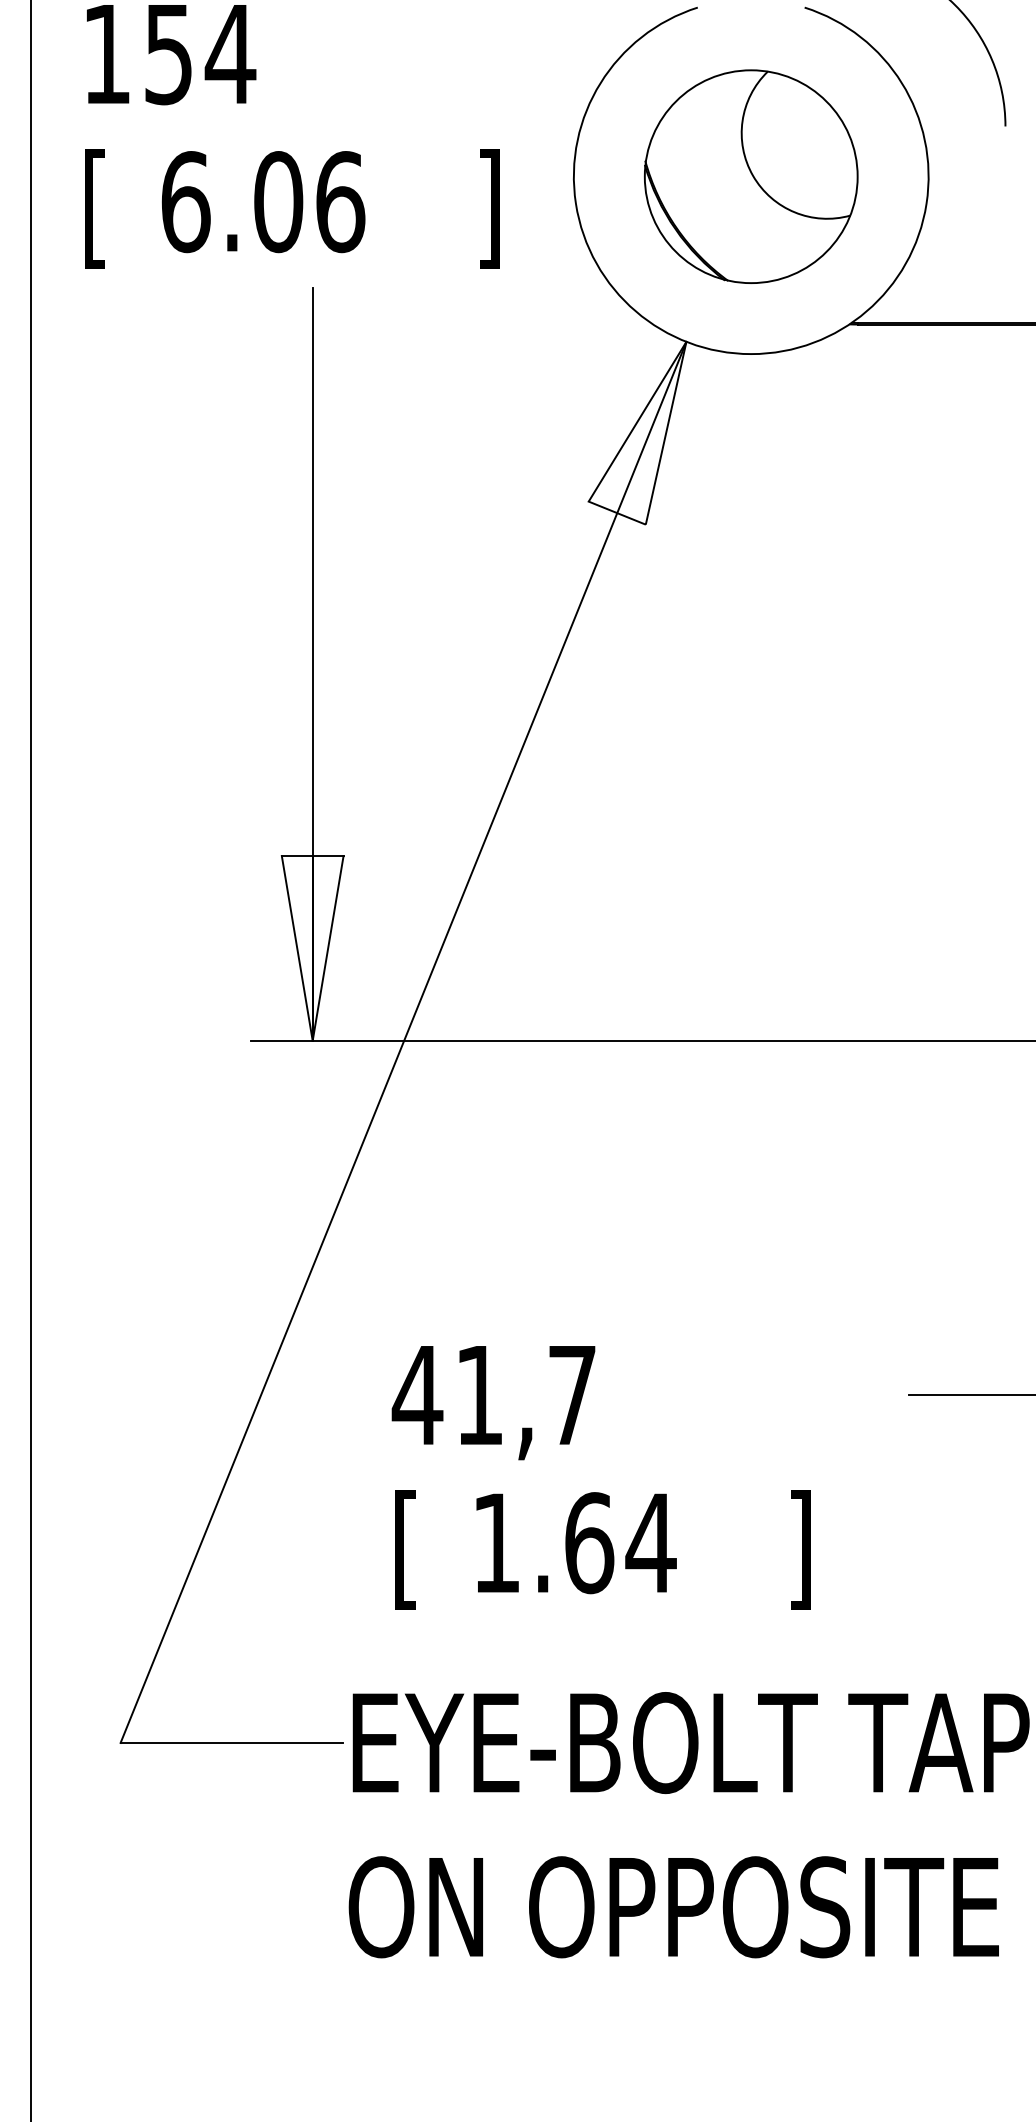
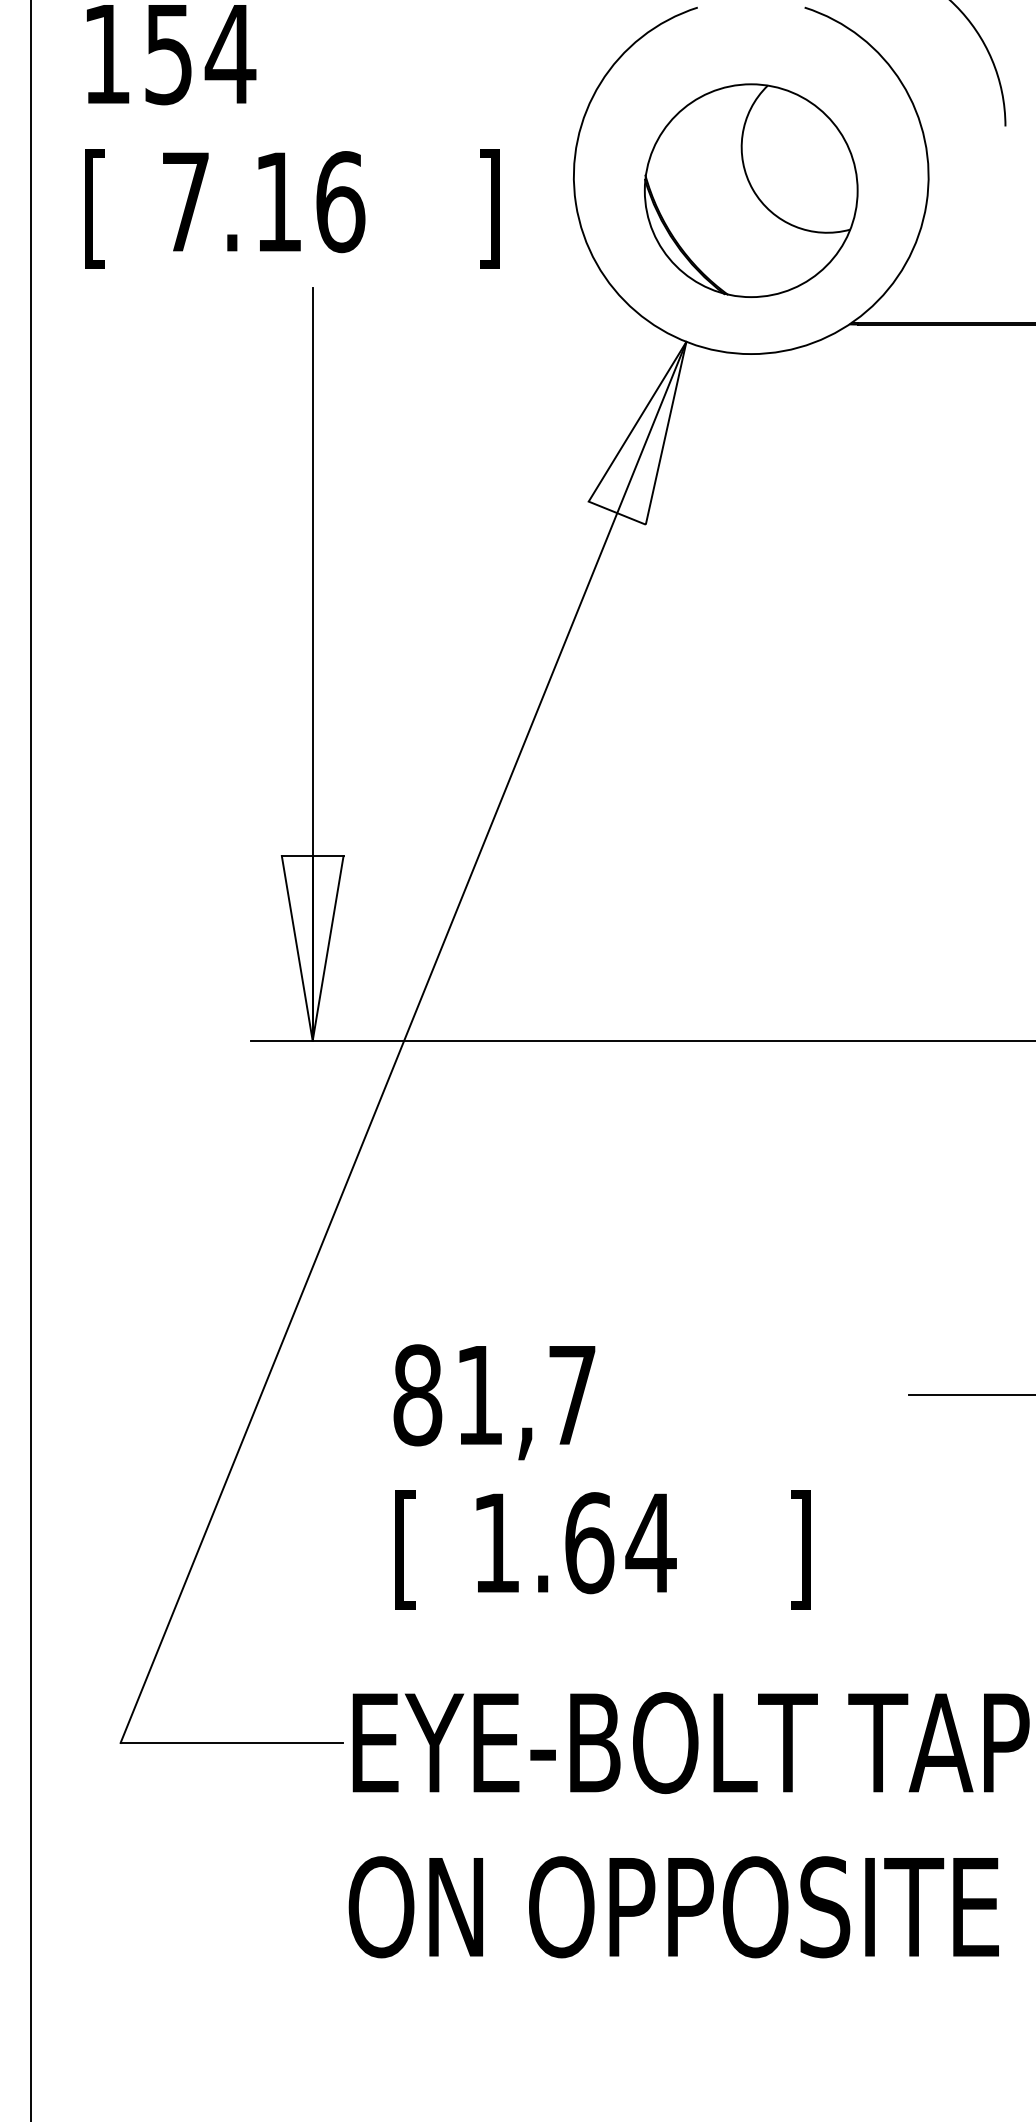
part at (750, 176) position: (750, 176) -> (750, 190)
text at (232, 202): 6.06 -> 7.16
text at (417, 1395): 41,7 -> 81,7
